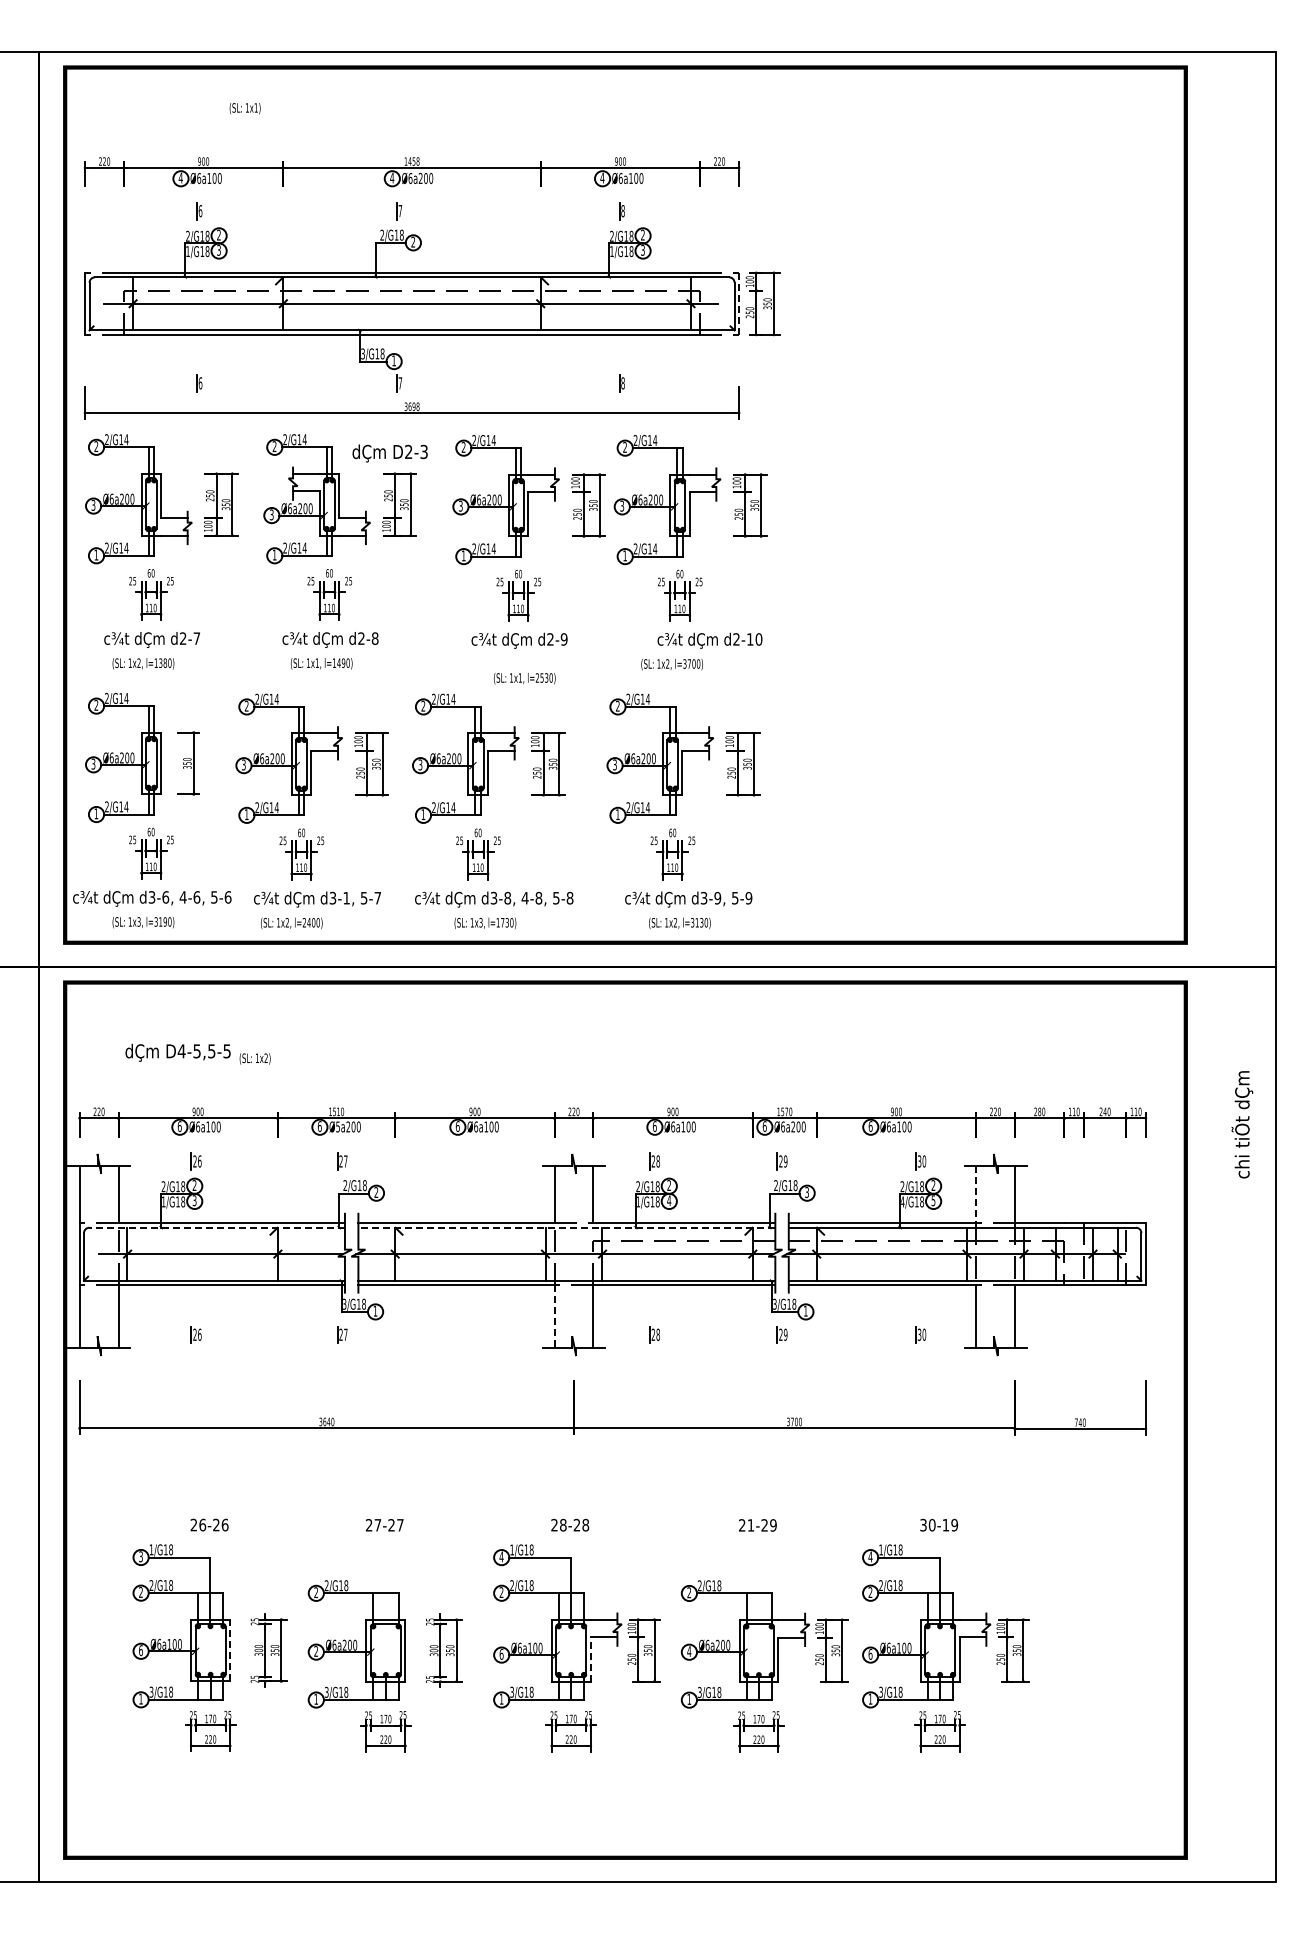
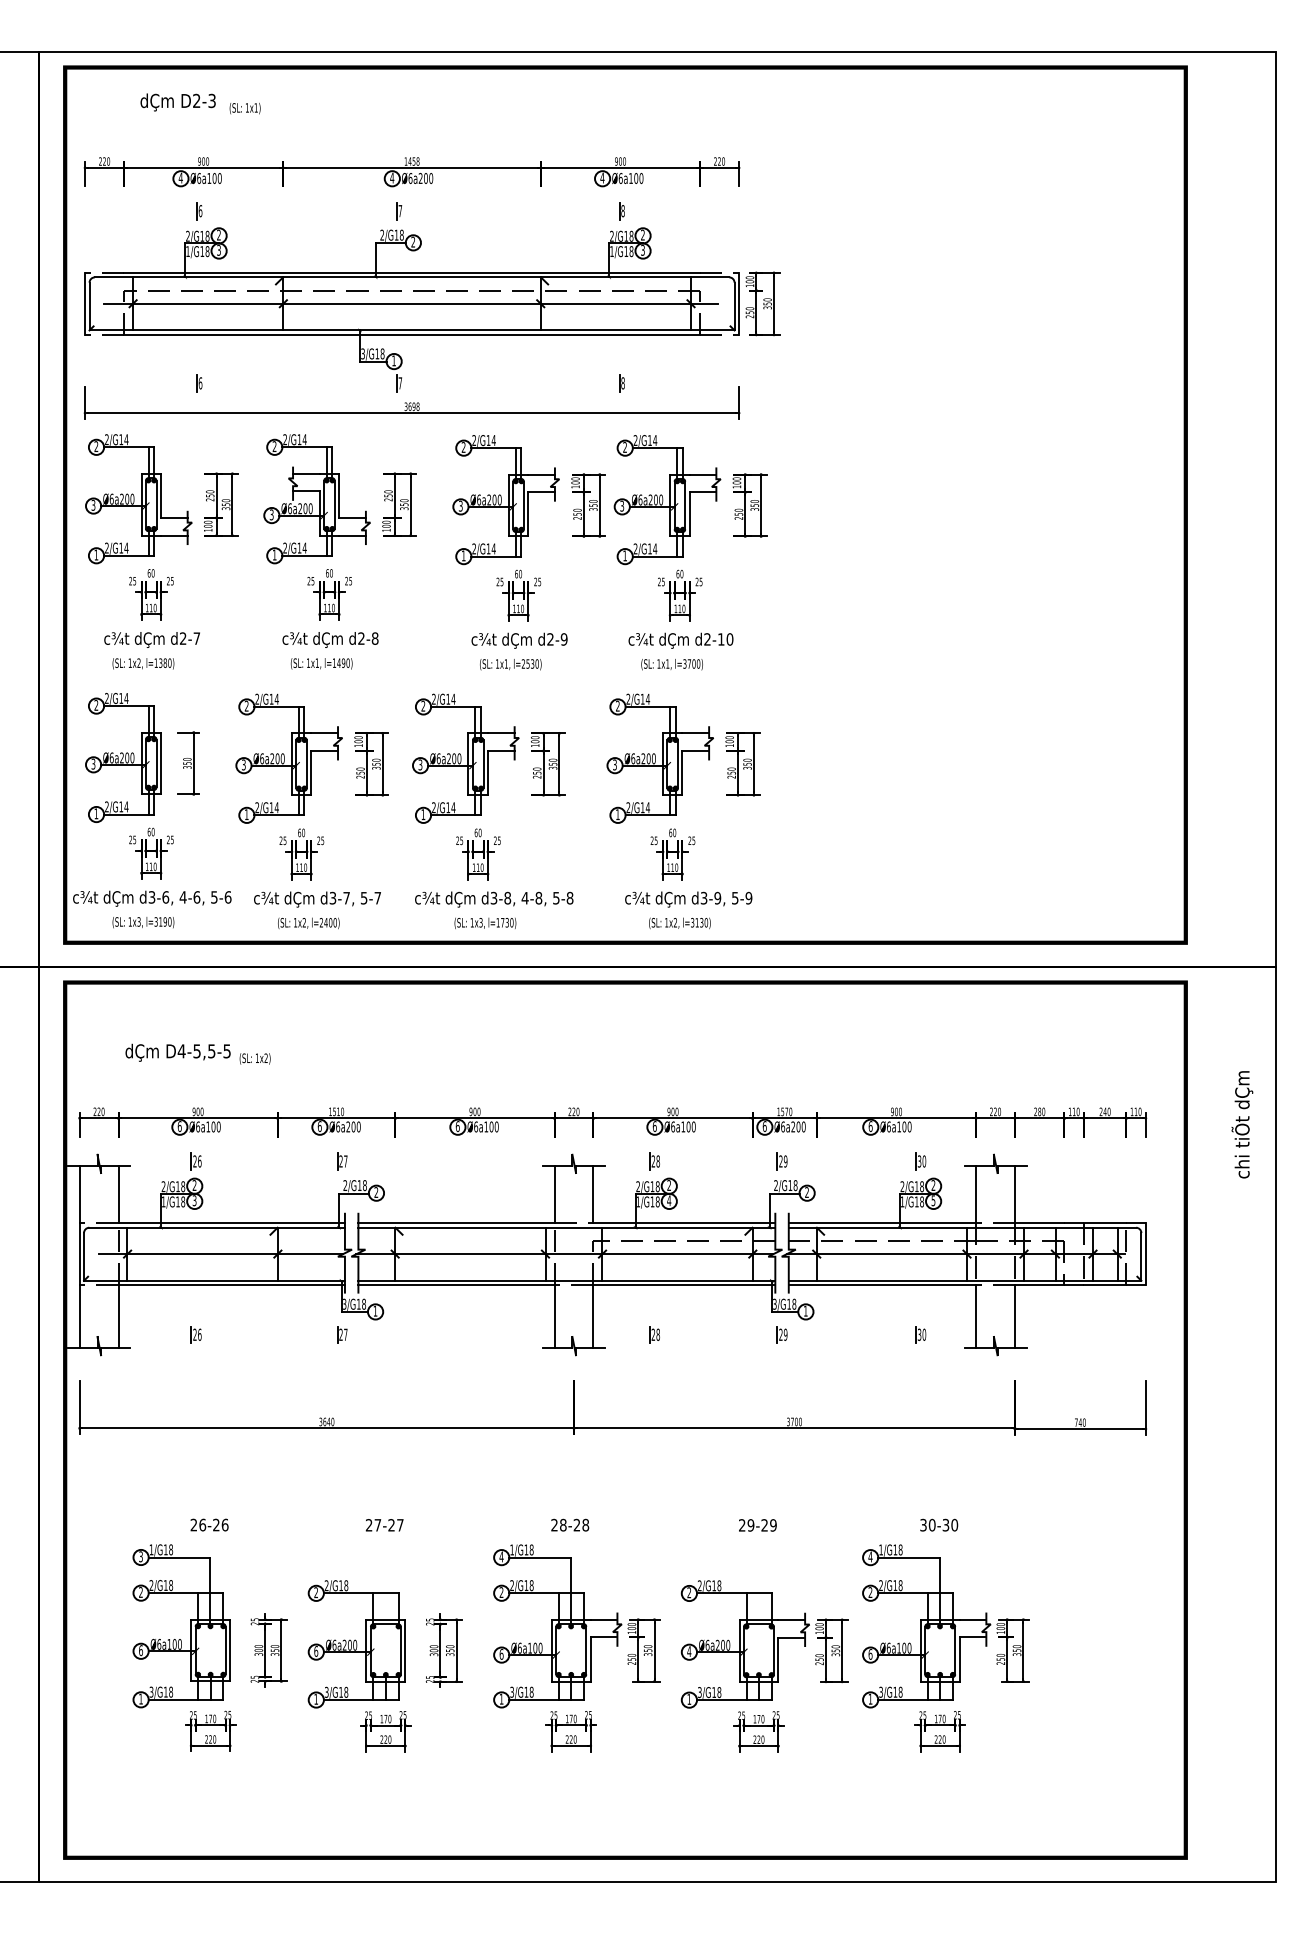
line at (739, 303): dashed -> solid
text at (389, 453) position: (389, 453) -> (177, 102)
text at (709, 640) position: (709, 640) -> (680, 640)
text at (667, 663): 1x2, -> 1x1,
text at (524, 678) position: (524, 678) -> (510, 664)
text at (346, 898): d3-1, -> d3-7,
text at (291, 923) position: (291, 923) -> (308, 923)
text at (338, 1126): Ø5a200 -> Ø6a200
text at (806, 1193): 3 -> 2
line at (976, 1194): dashed -> solid
text at (902, 1201): 4/G18 -> 1/G18
line at (217, 1227): dashed -> solid
line at (566, 1227): dashed -> solid
line at (554, 1316): dashed -> solid
text at (949, 1524): 30-19 -> 30-30
text at (750, 1525): 21-29 -> 29-29
line at (230, 1650): dashed -> solid
text at (316, 1651): 2 -> 6
line at (590, 1658): dashed -> solid
